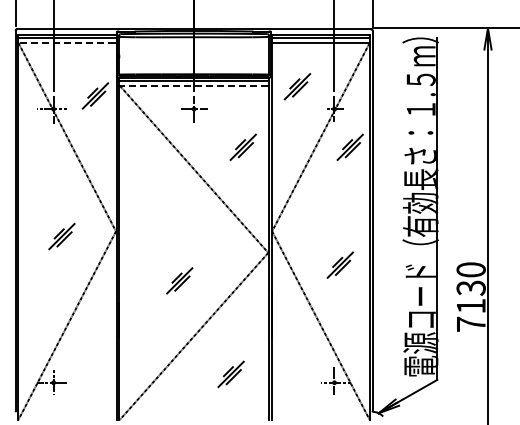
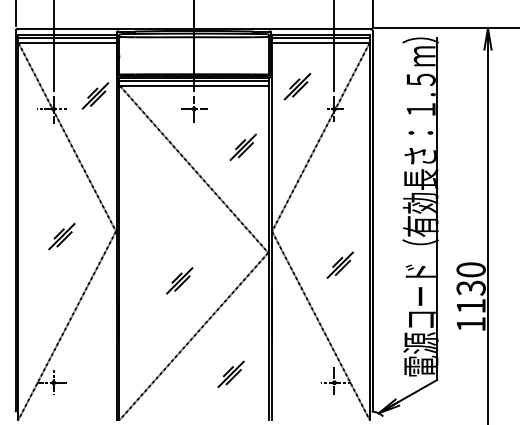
line at (66, 42): dashed -> solid
line at (194, 85): dashed -> solid
part at (349, 146): present -> none
text at (471, 323): 7130 -> 1130
